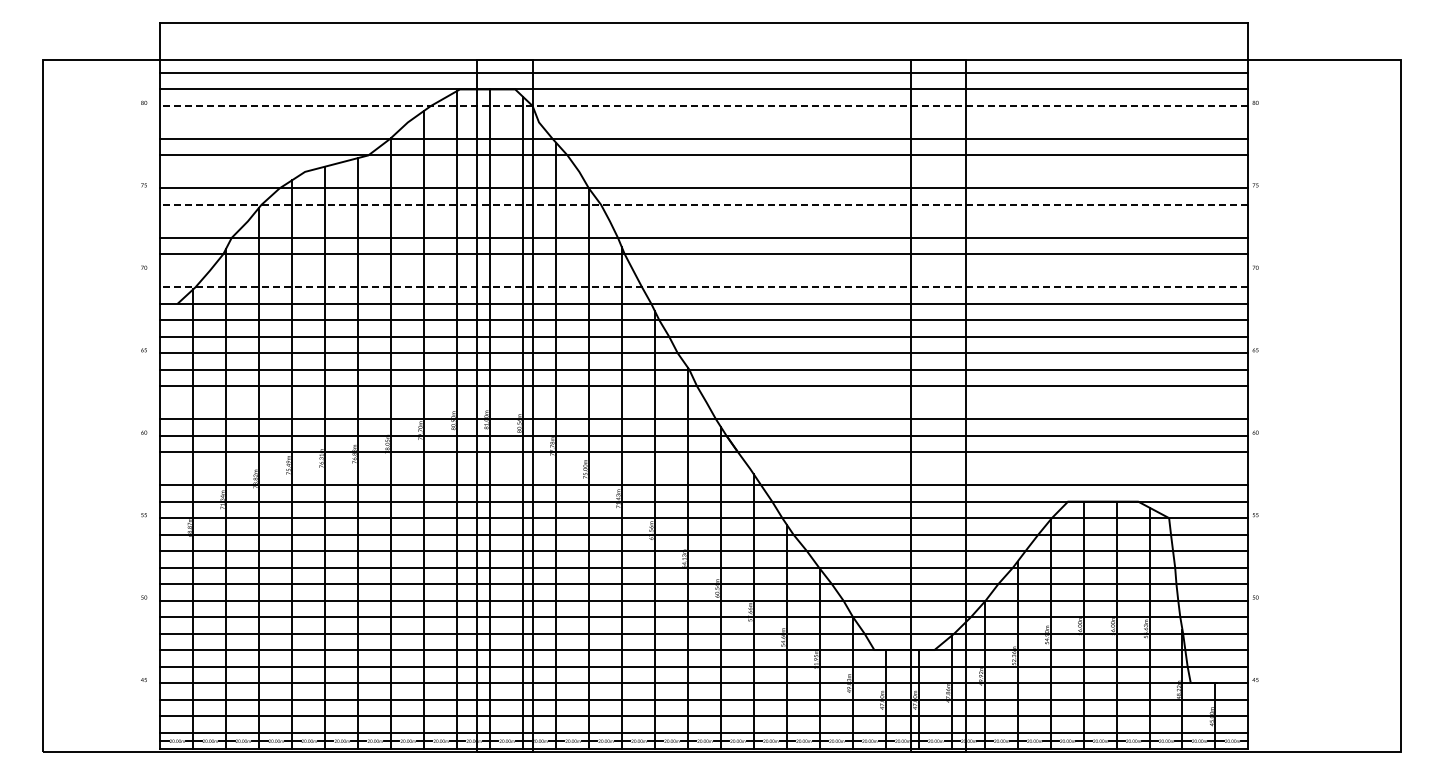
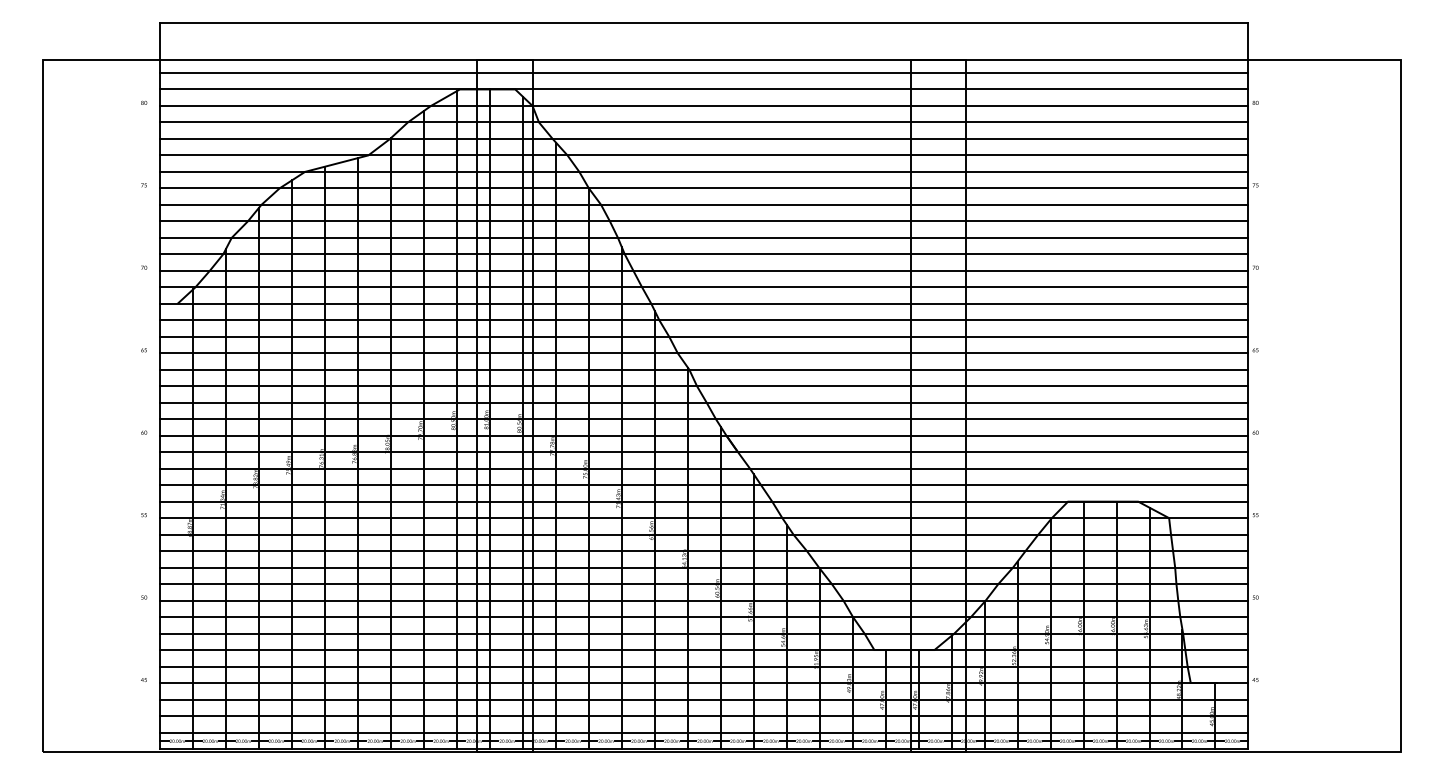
line at (703, 105): dashed -> solid
line at (704, 122): none -> present
line at (704, 171): none -> present
line at (703, 204): dashed -> solid
line at (704, 221): none -> present
line at (704, 270): none -> present
line at (703, 287): dashed -> solid
line at (704, 402): none -> present
line at (704, 468): none -> present
